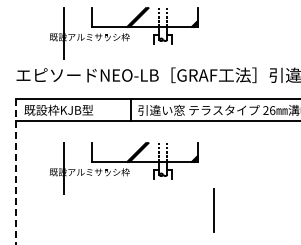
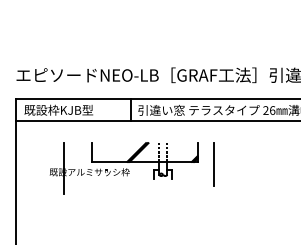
part at (123, 33): present -> none
line at (16, 172): dashed -> solid
line at (213, 210) position: (213, 210) -> (213, 164)
